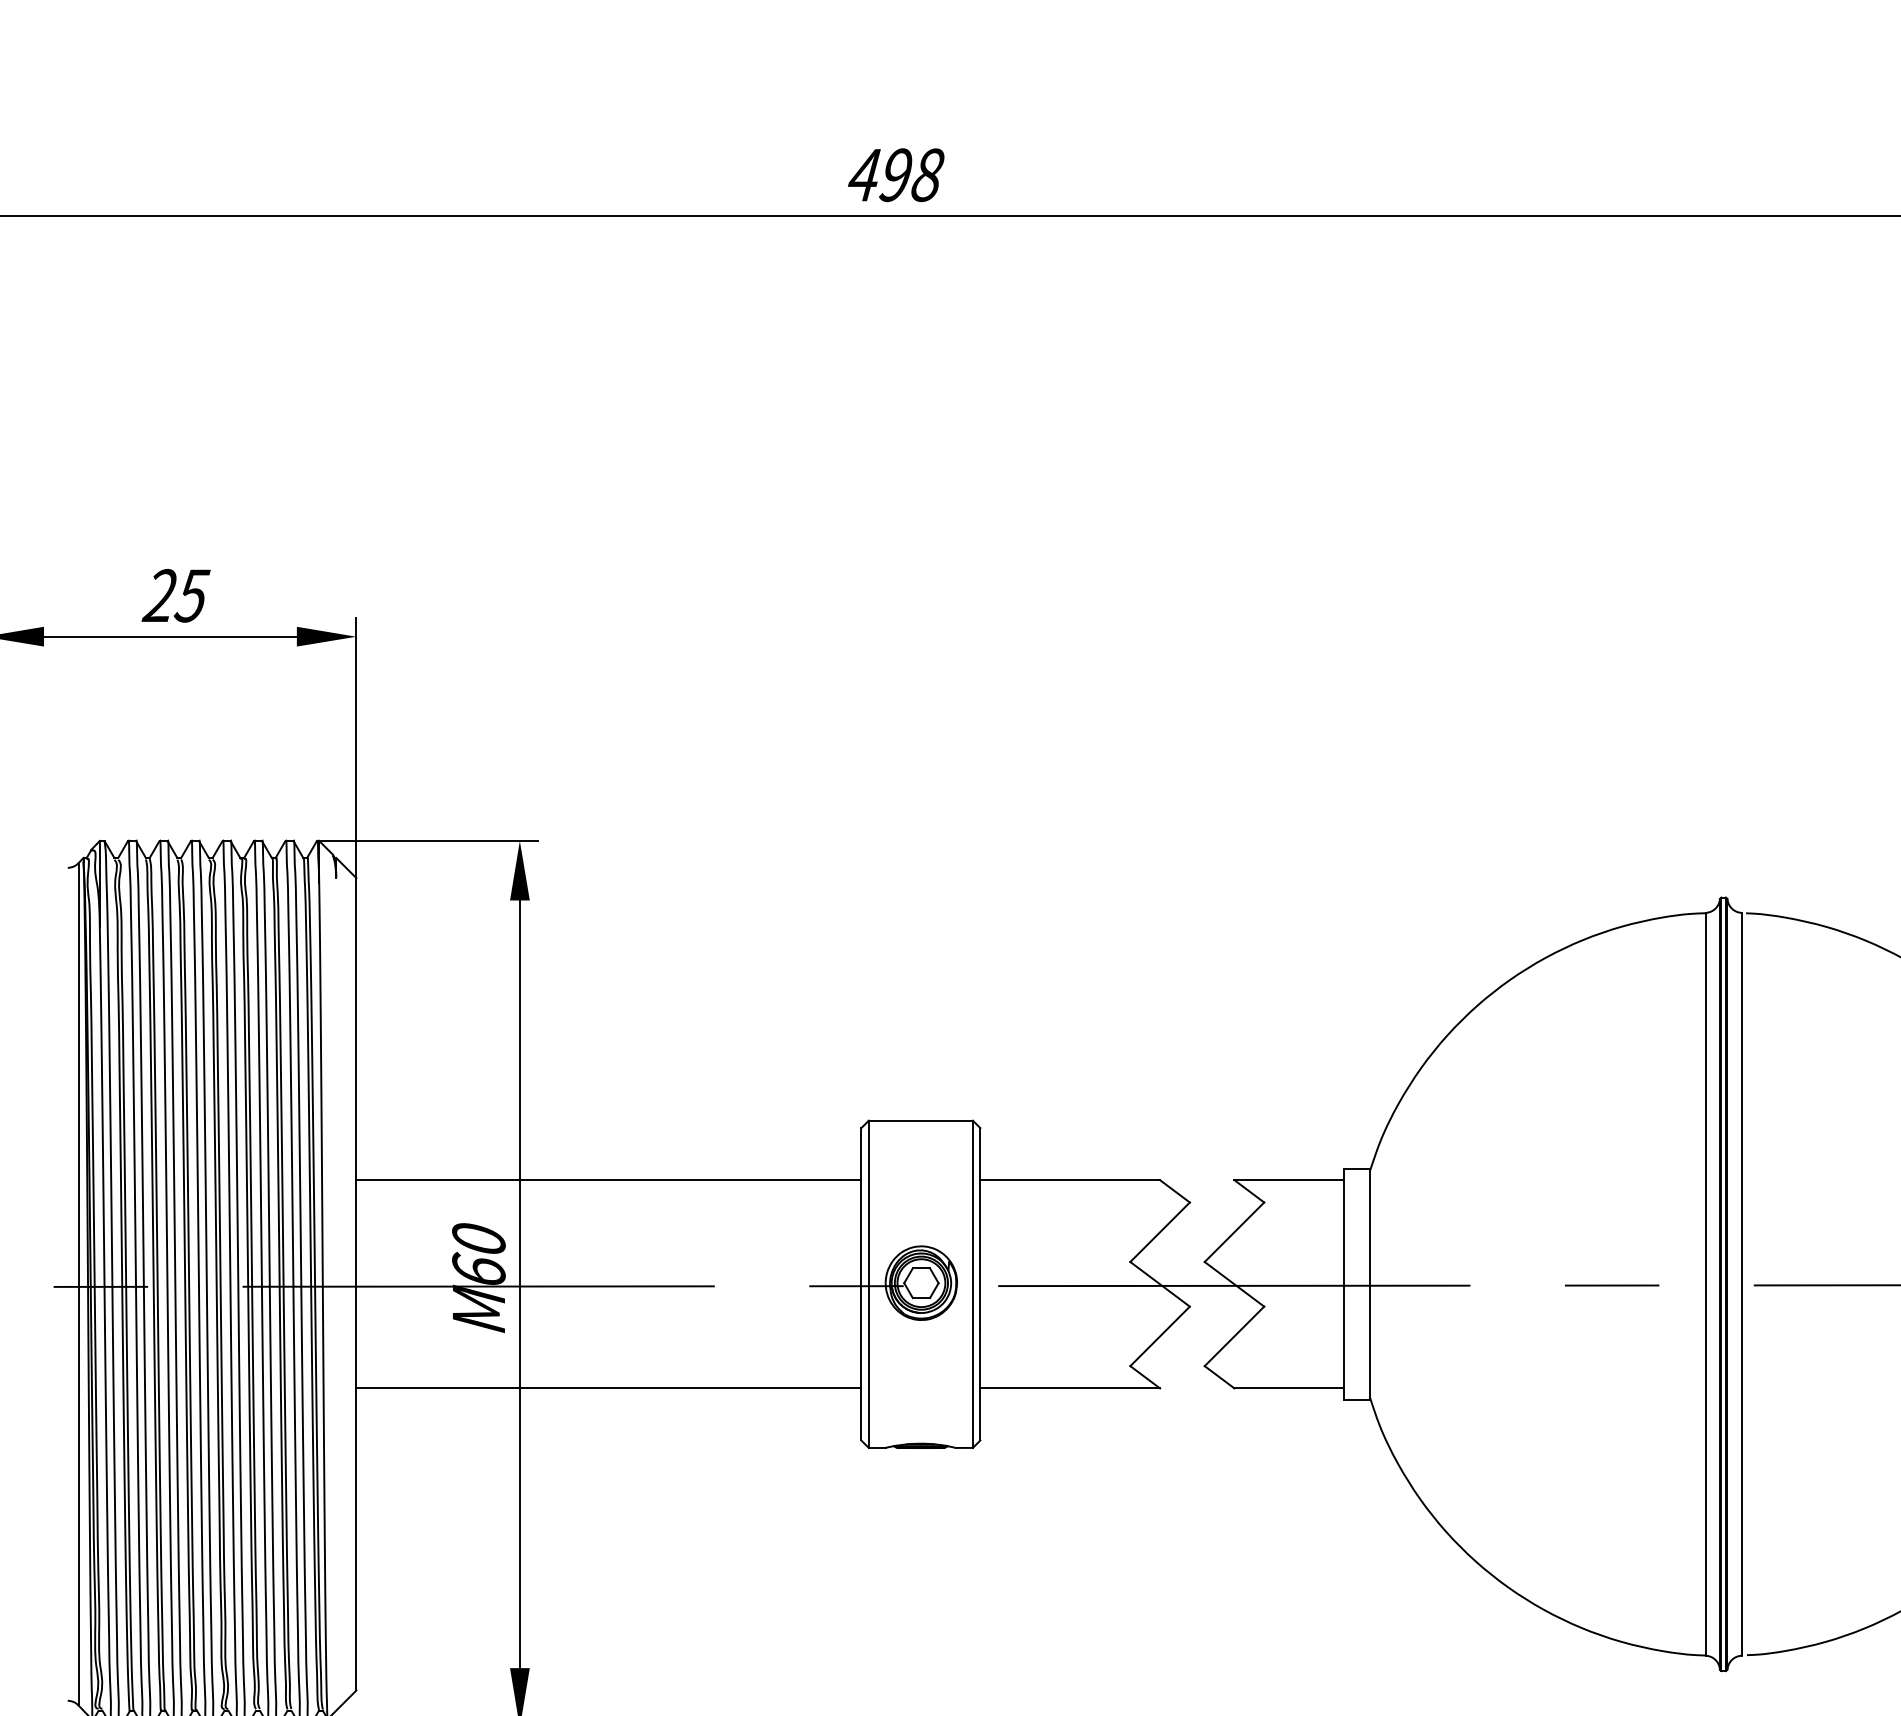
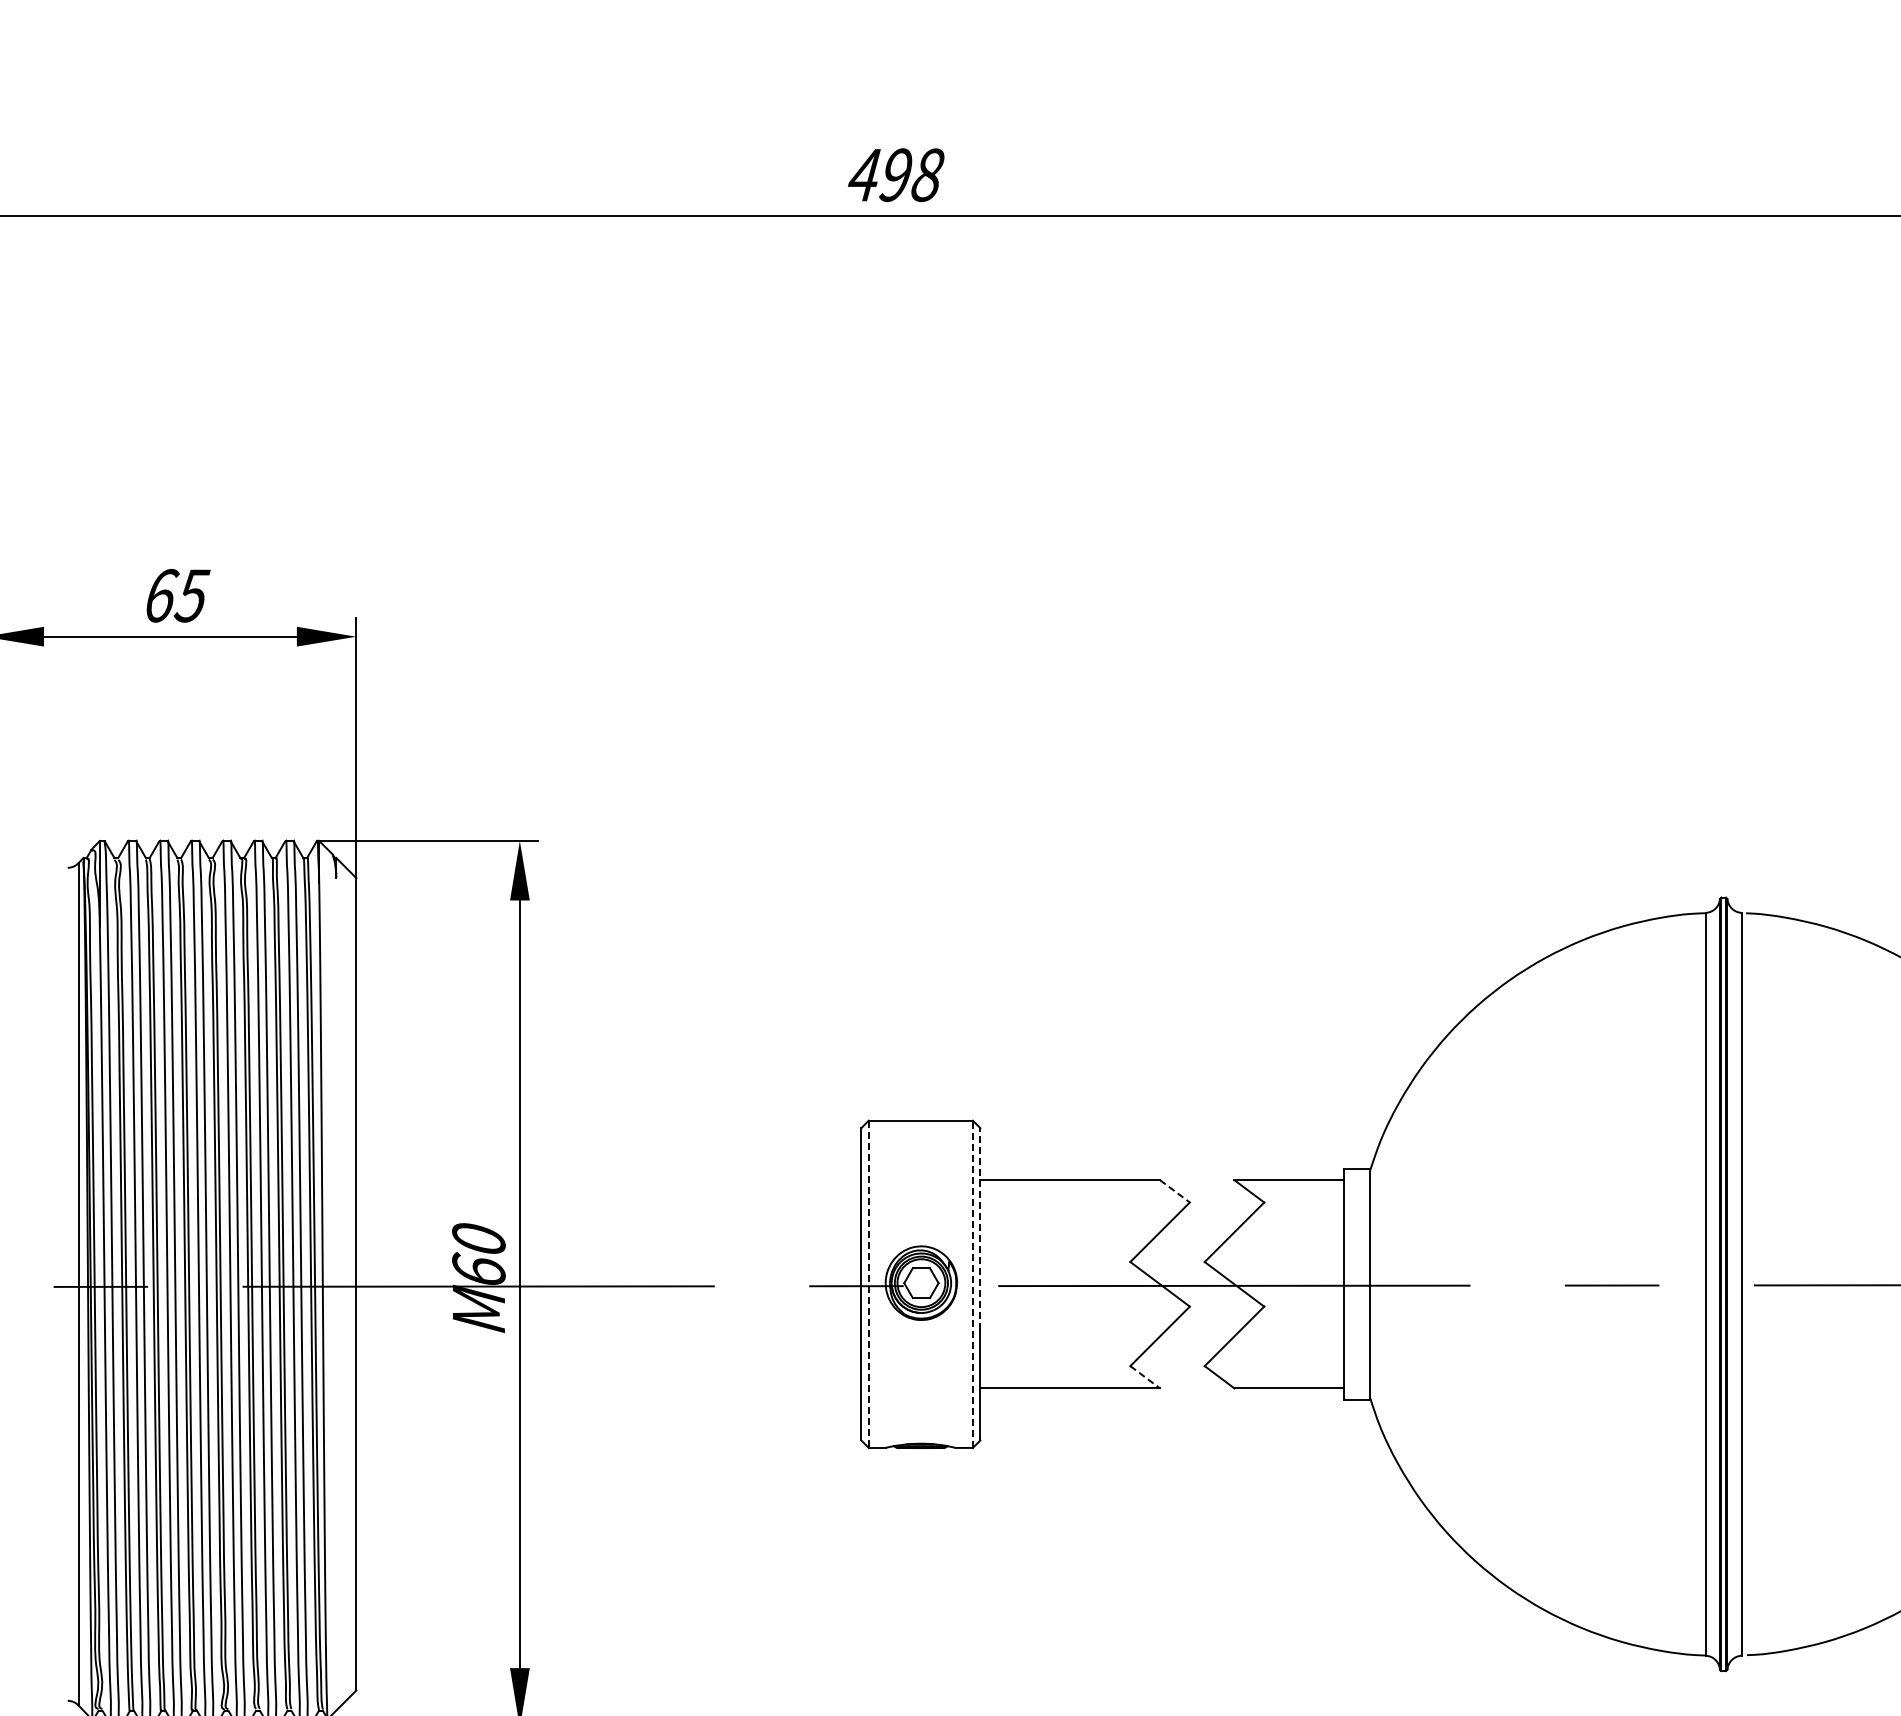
text at (160, 595): 25 -> 65
line at (608, 1180): present -> none
line at (1174, 1191): solid -> dashed
line at (980, 1229): solid -> dashed
line at (868, 1284): solid -> dashed
line at (972, 1284): solid -> dashed
line at (1145, 1377): solid -> dashed
line at (608, 1388): present -> none
